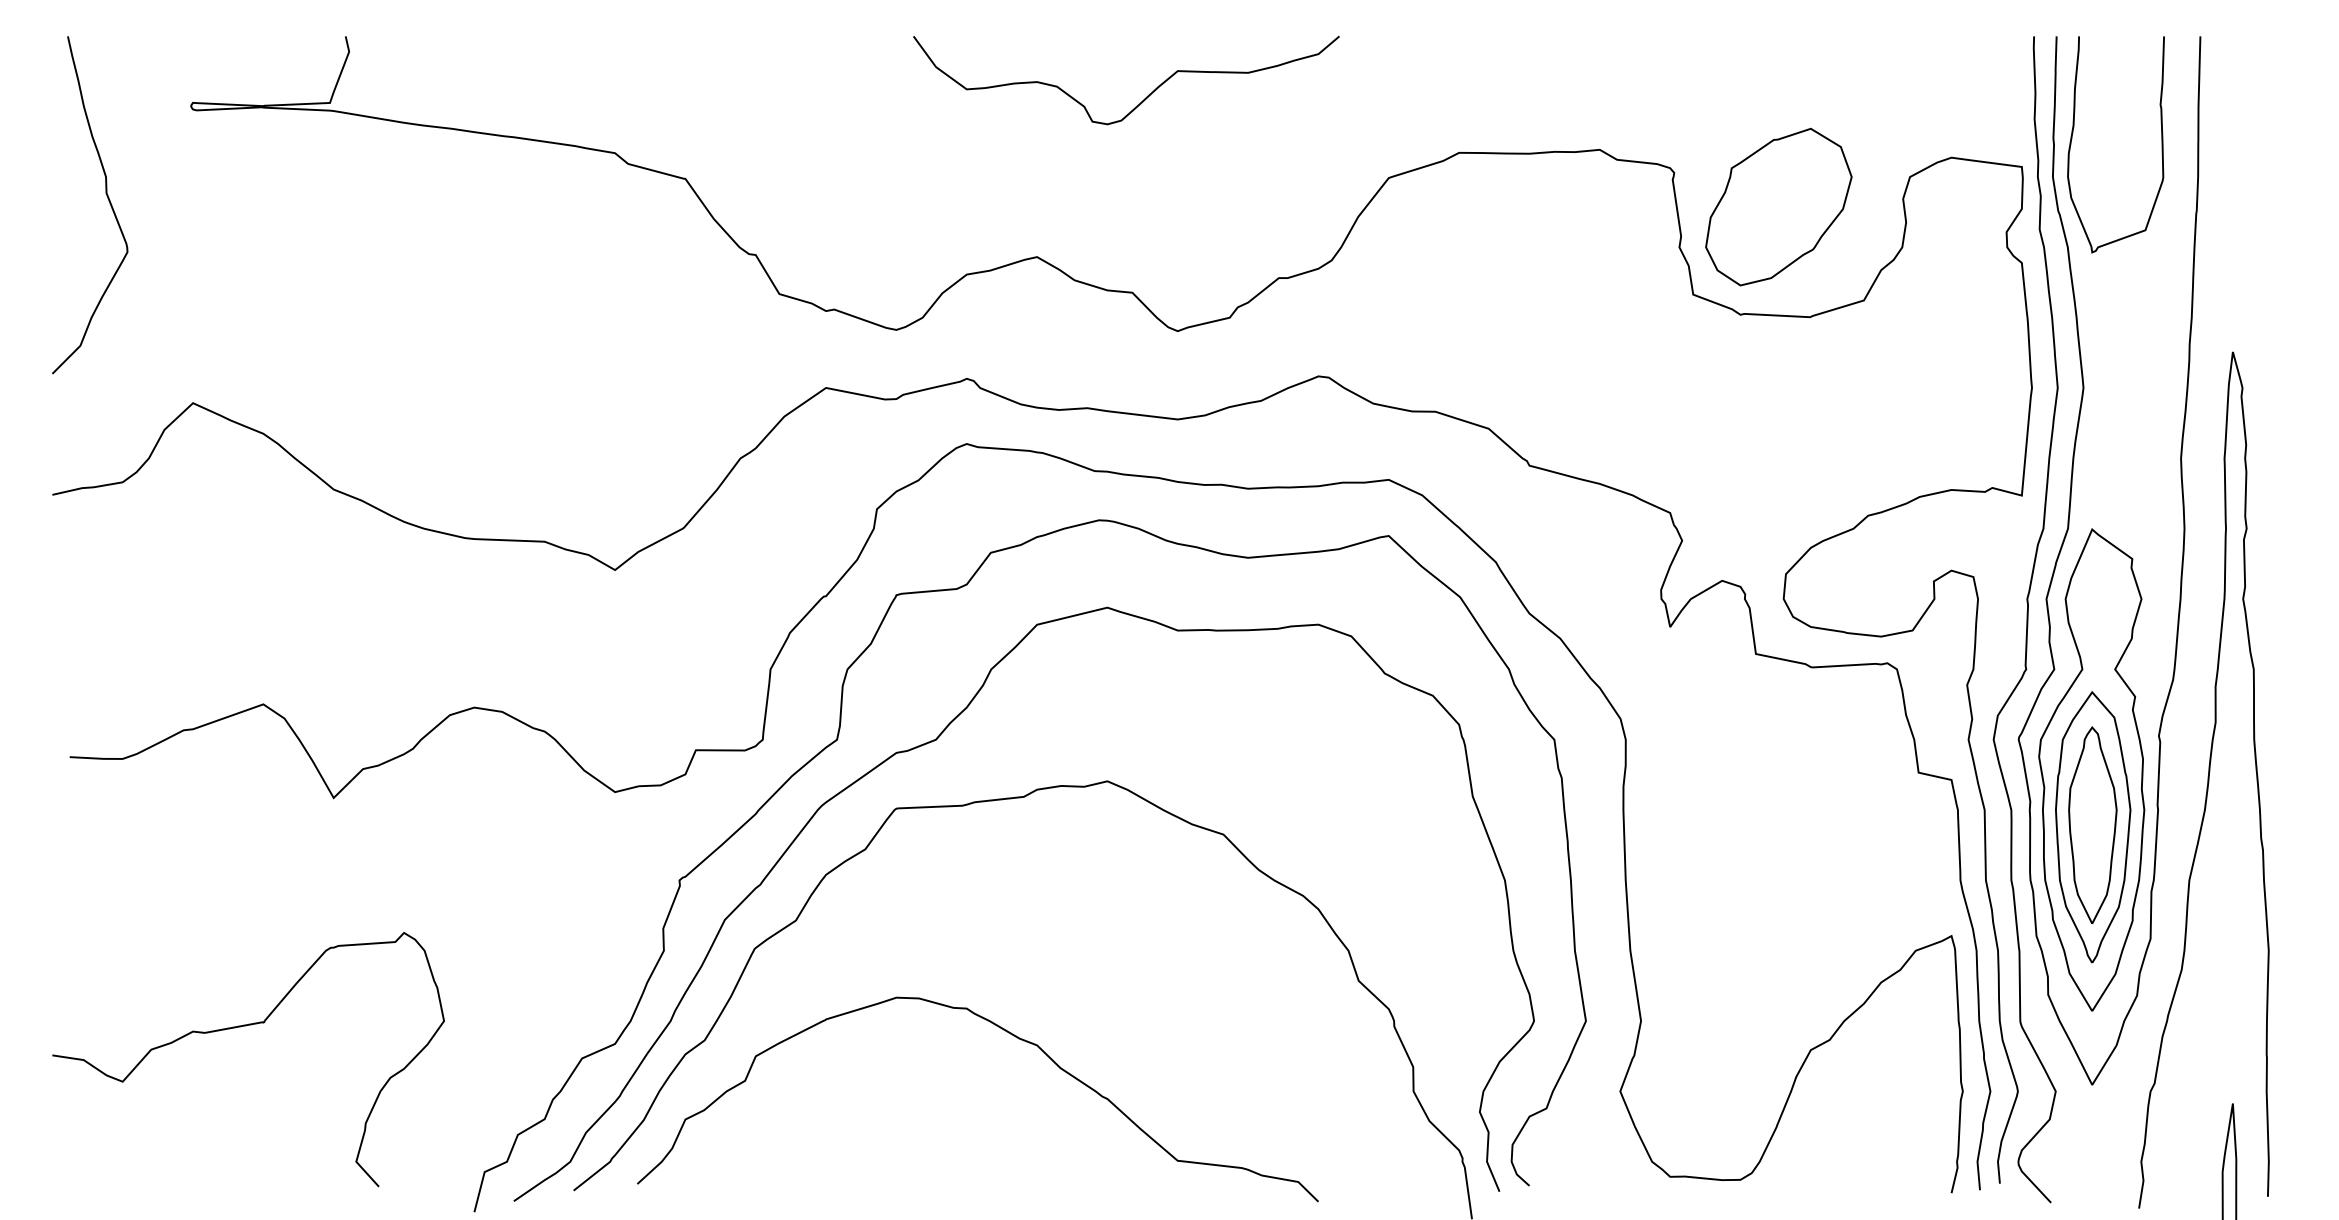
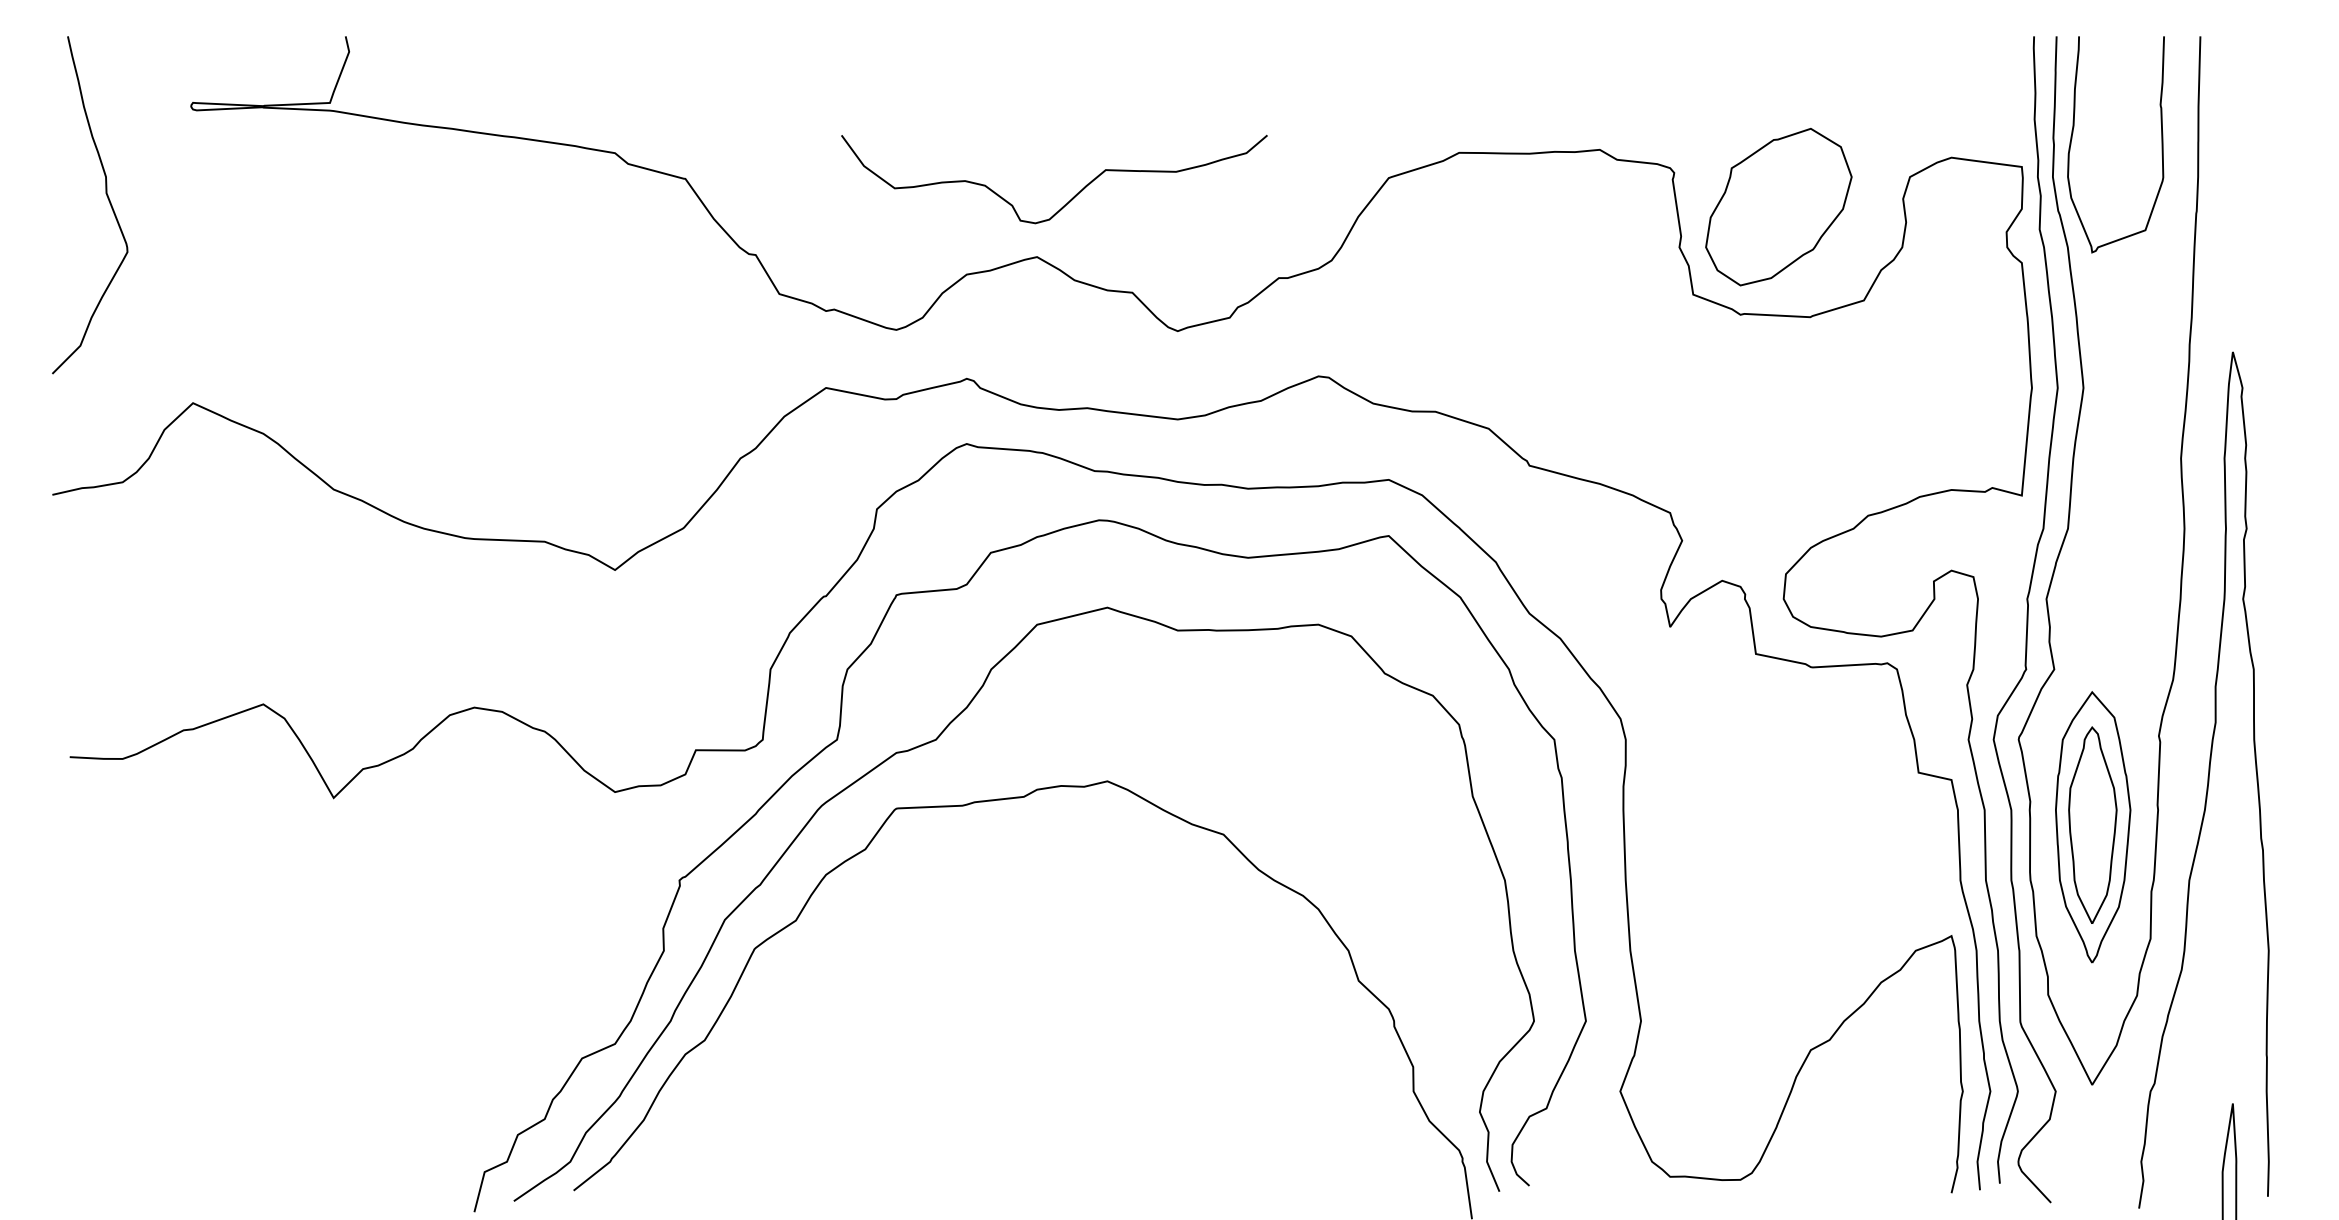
curve at (1144, 98) position: (1144, 98) -> (1072, 197)
part at (2091, 769): present -> none
curve at (240, 1027): present -> none
curve at (1013, 1036): present -> none
